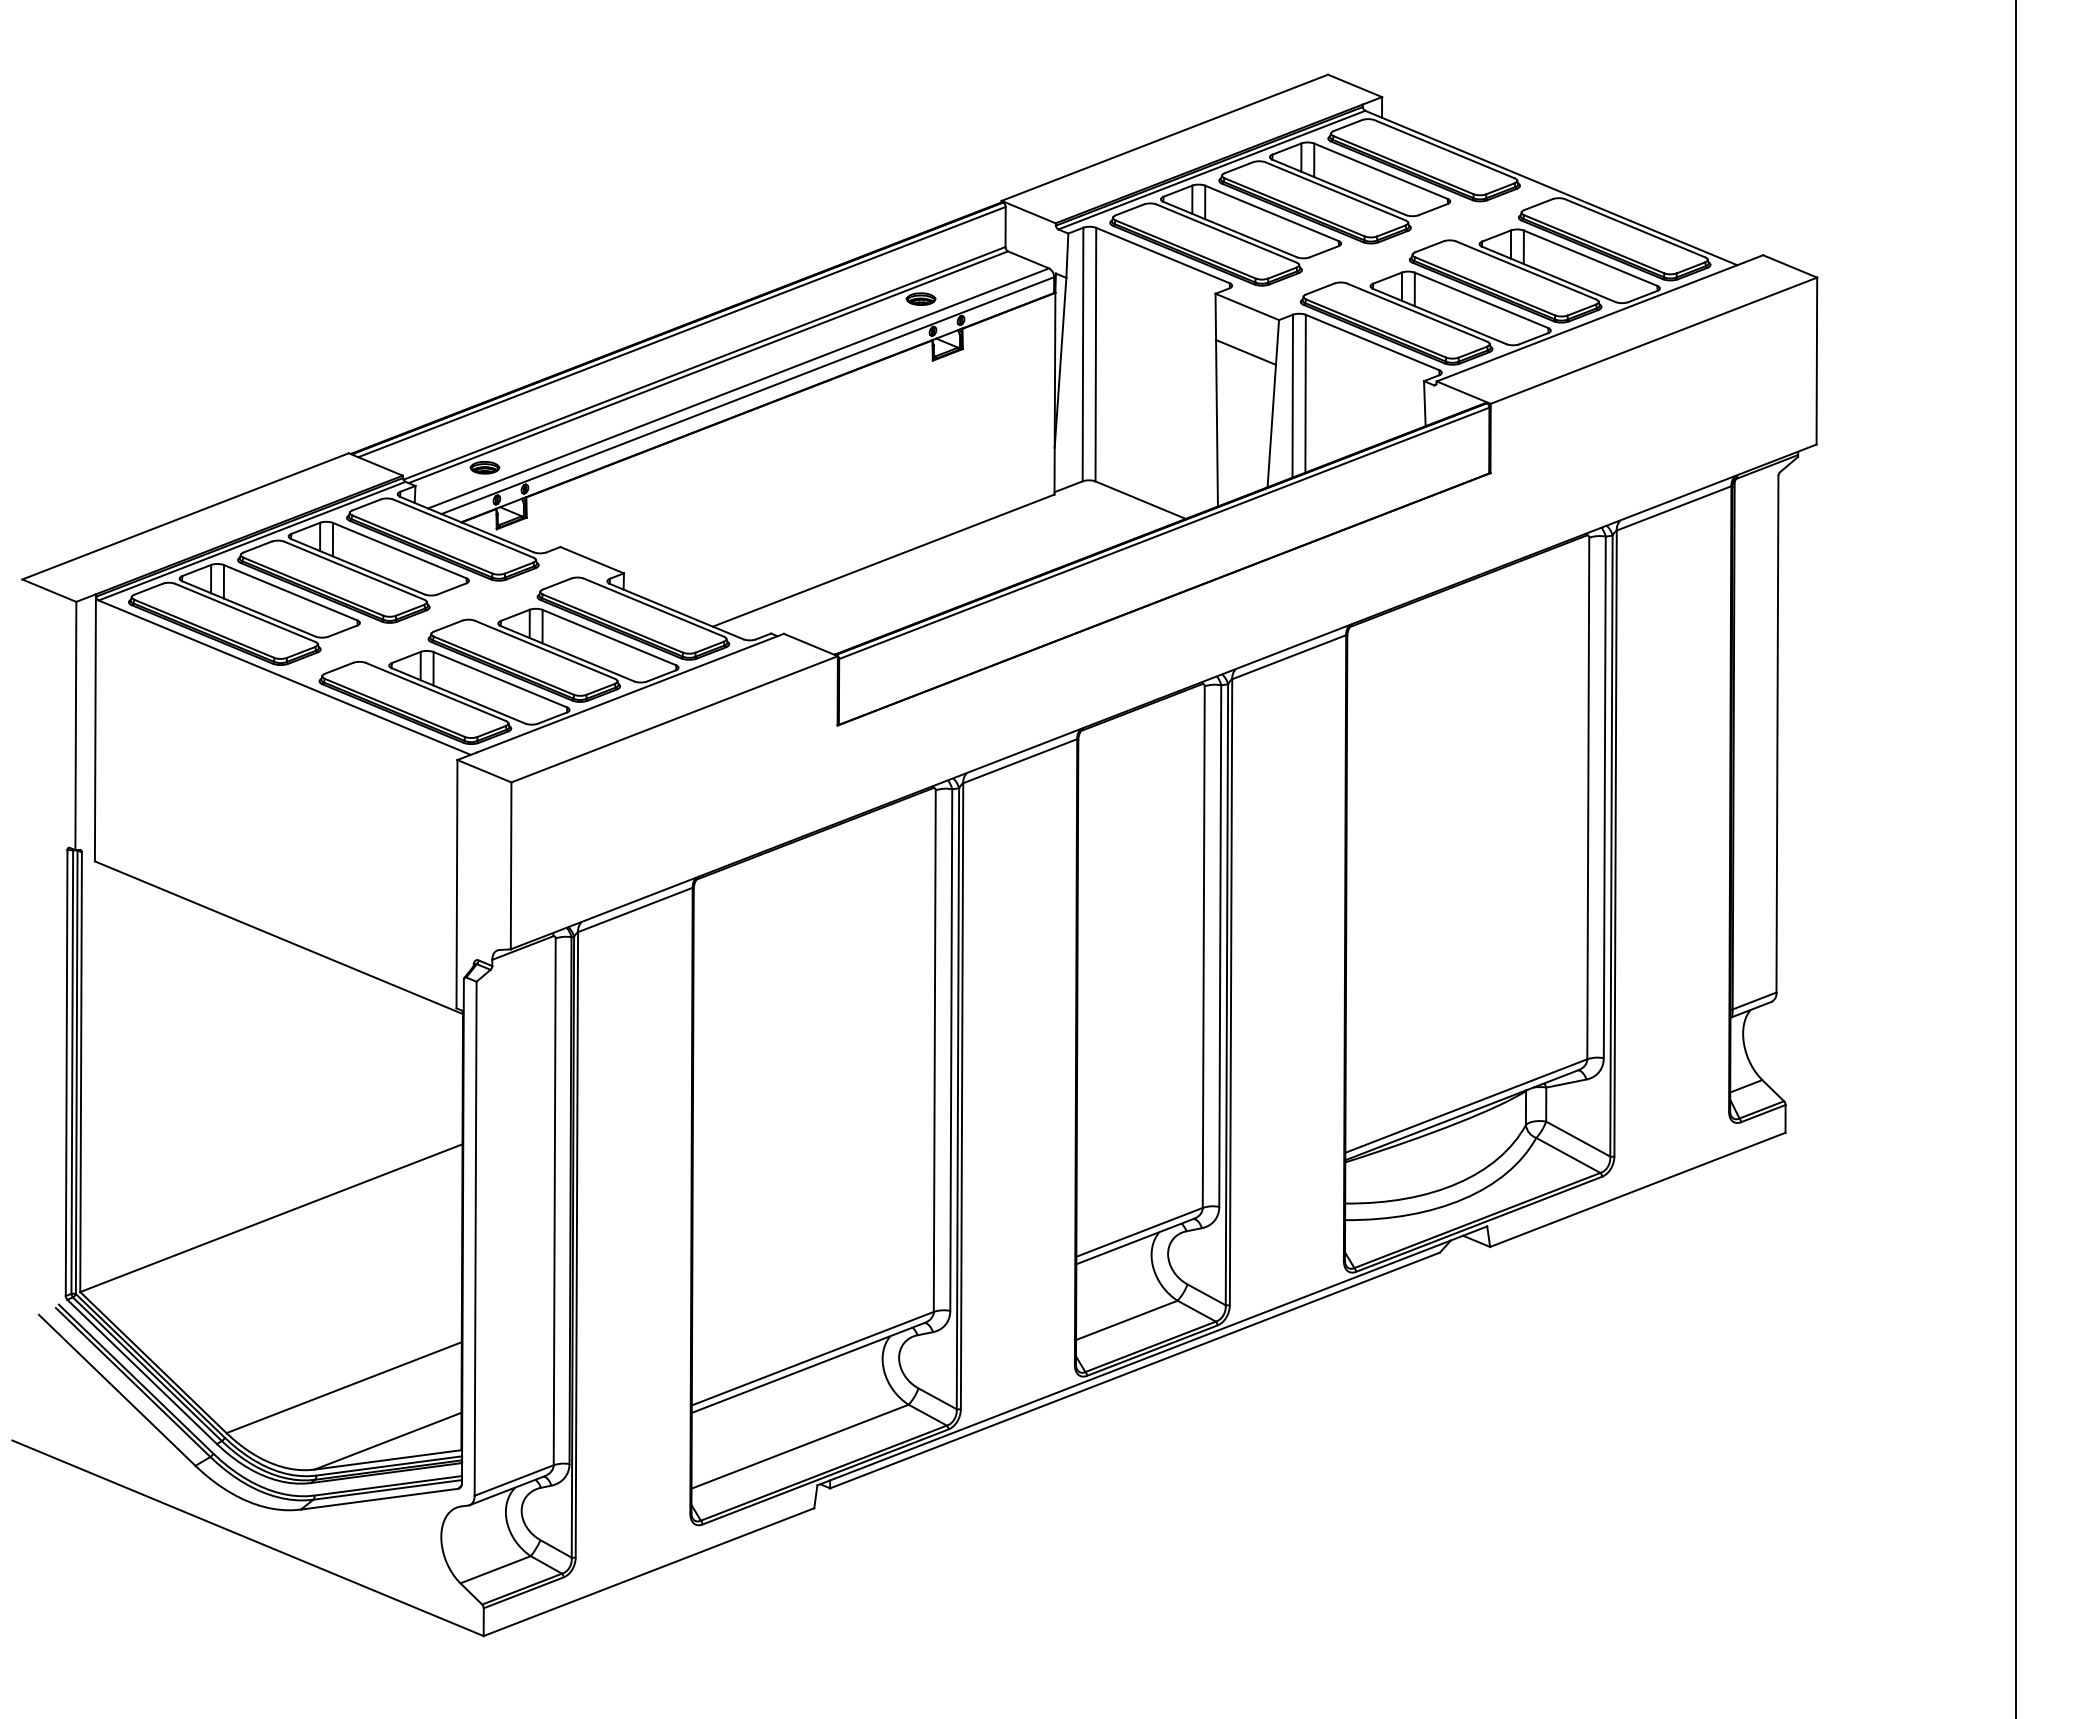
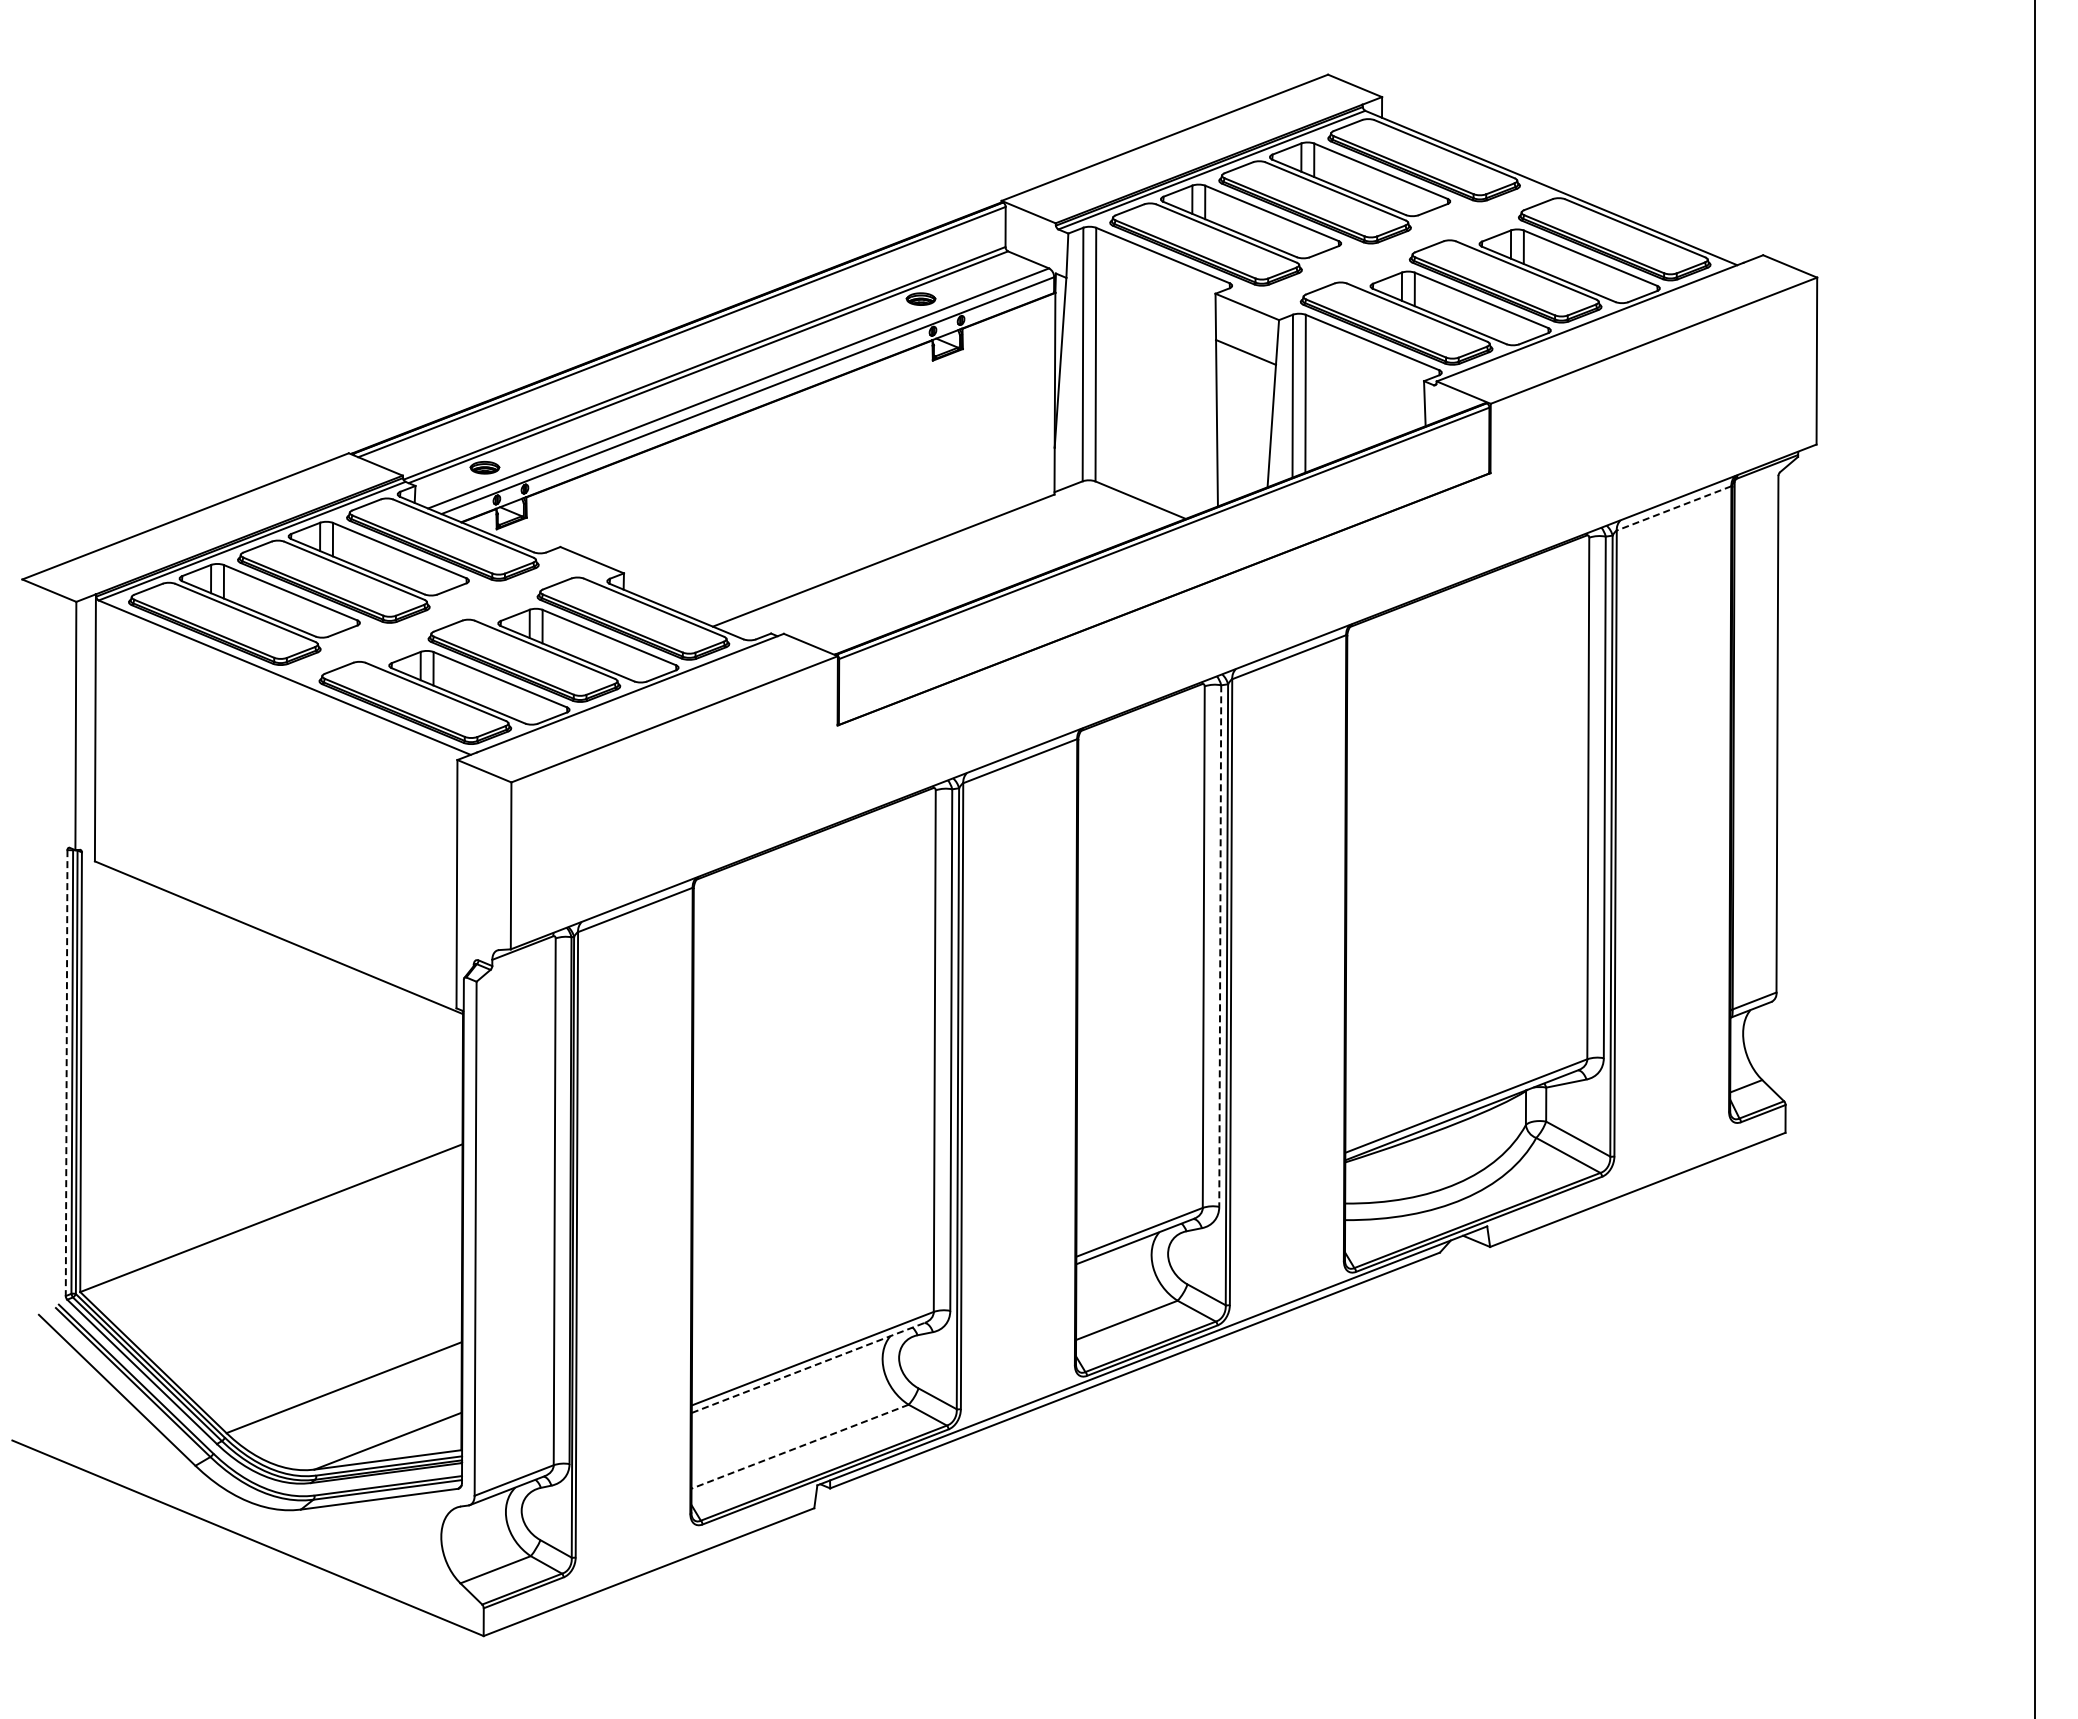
line at (1673, 508): solid -> dashed
line at (2015, 858) position: (2015, 858) -> (2034, 858)
line at (1220, 946): solid -> dashed
line at (66, 1073): solid -> dashed
line at (808, 1367): solid -> dashed
line at (799, 1446): solid -> dashed
